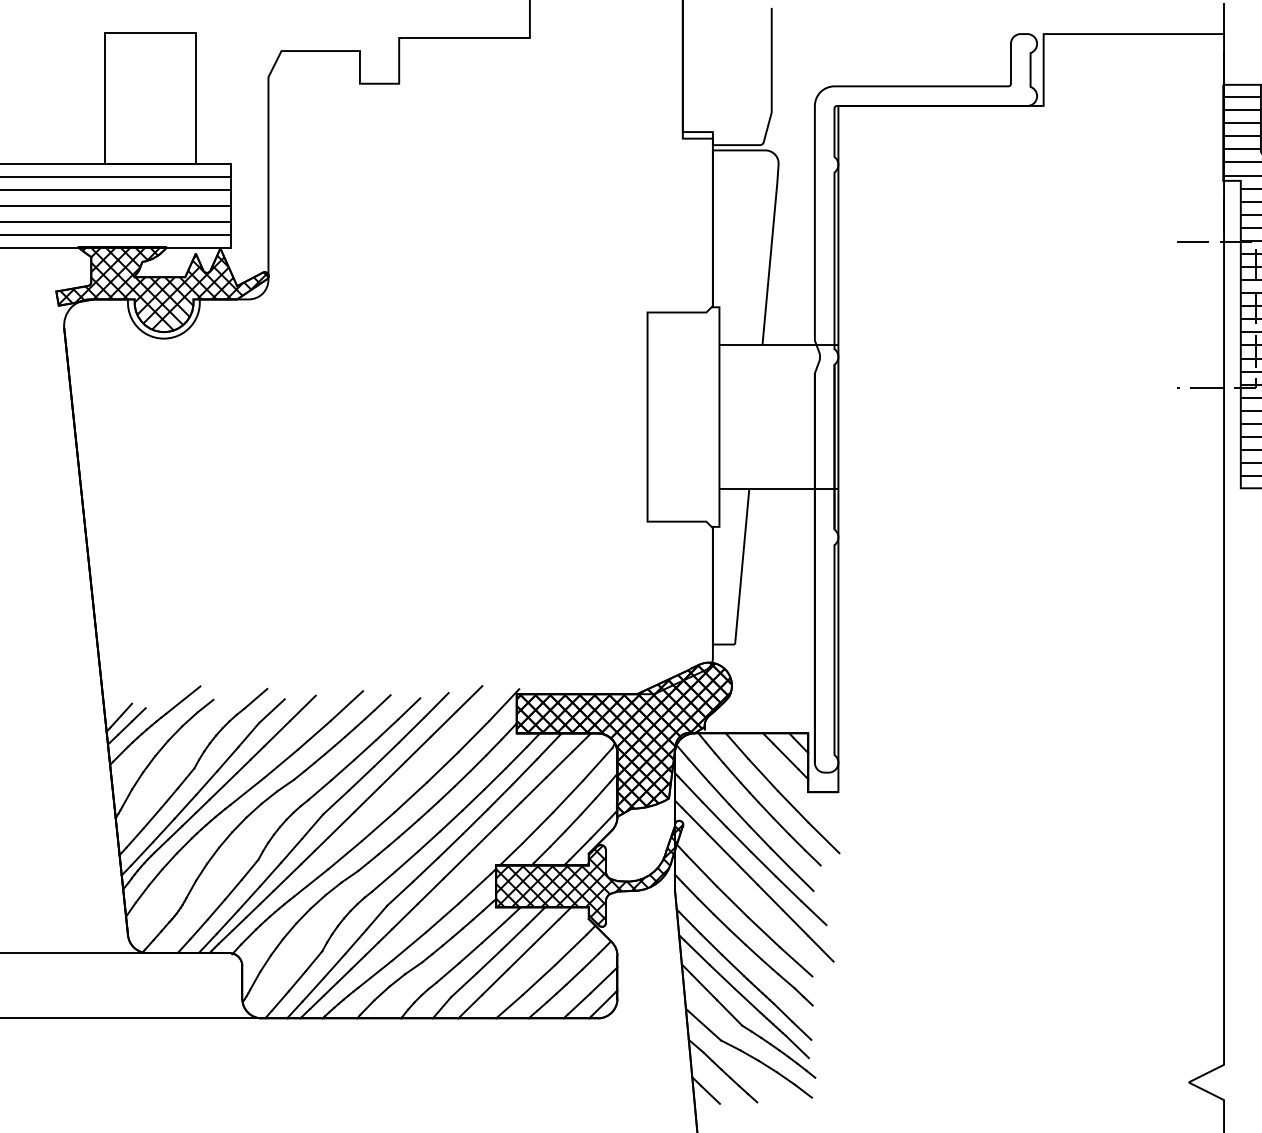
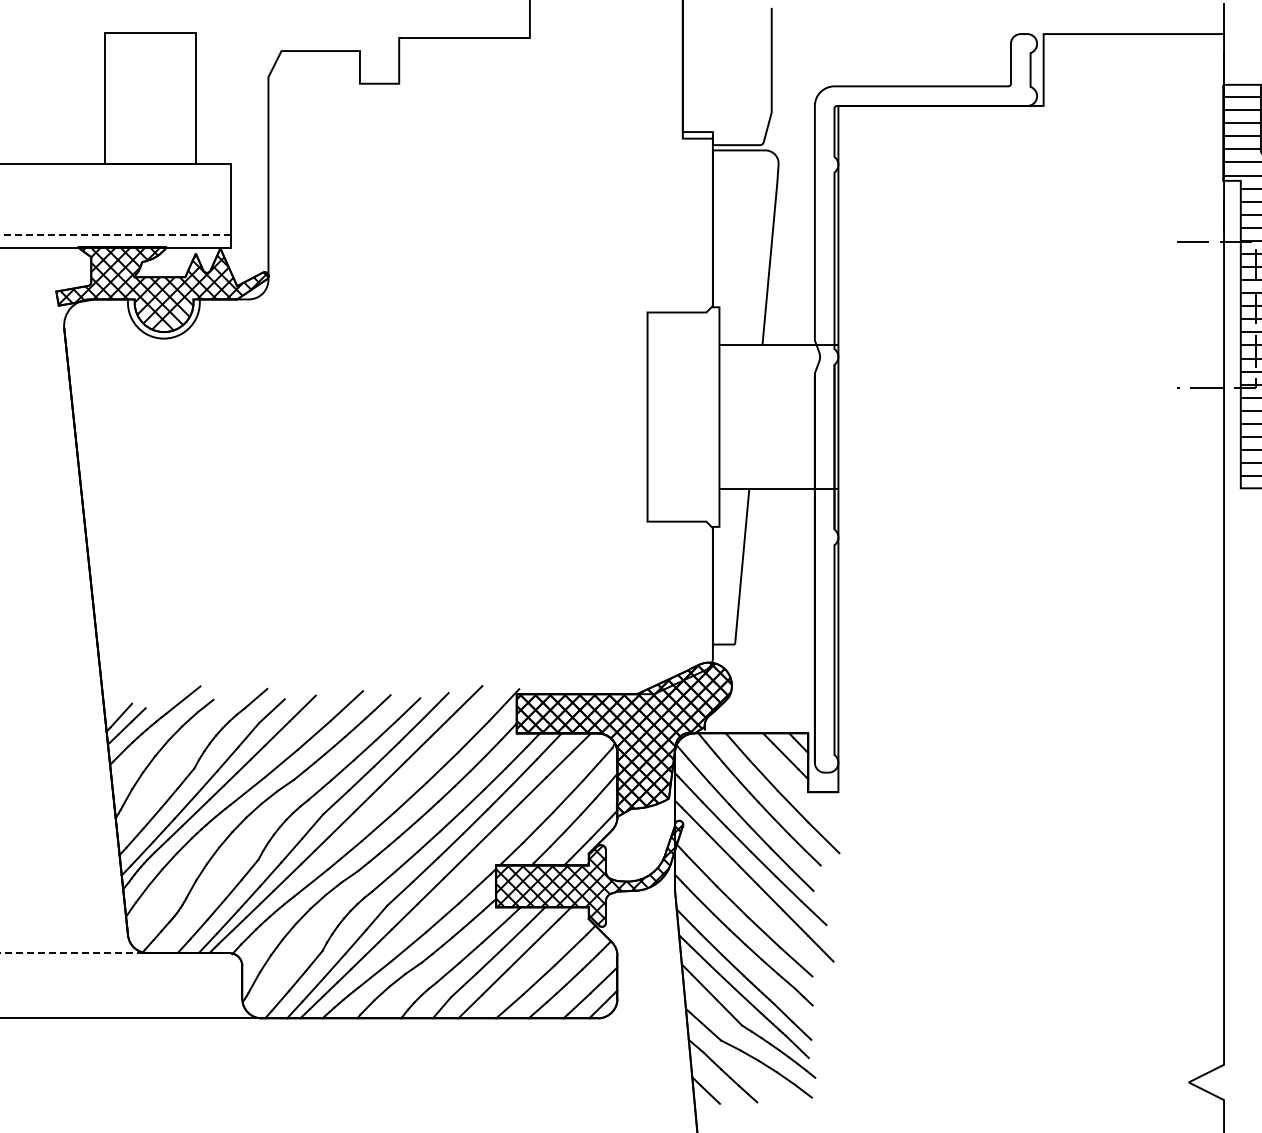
line at (116, 177): present -> none
line at (116, 190): present -> none
line at (116, 205): present -> none
line at (116, 221): present -> none
line at (115, 234): solid -> dashed
line at (74, 953): solid -> dashed
